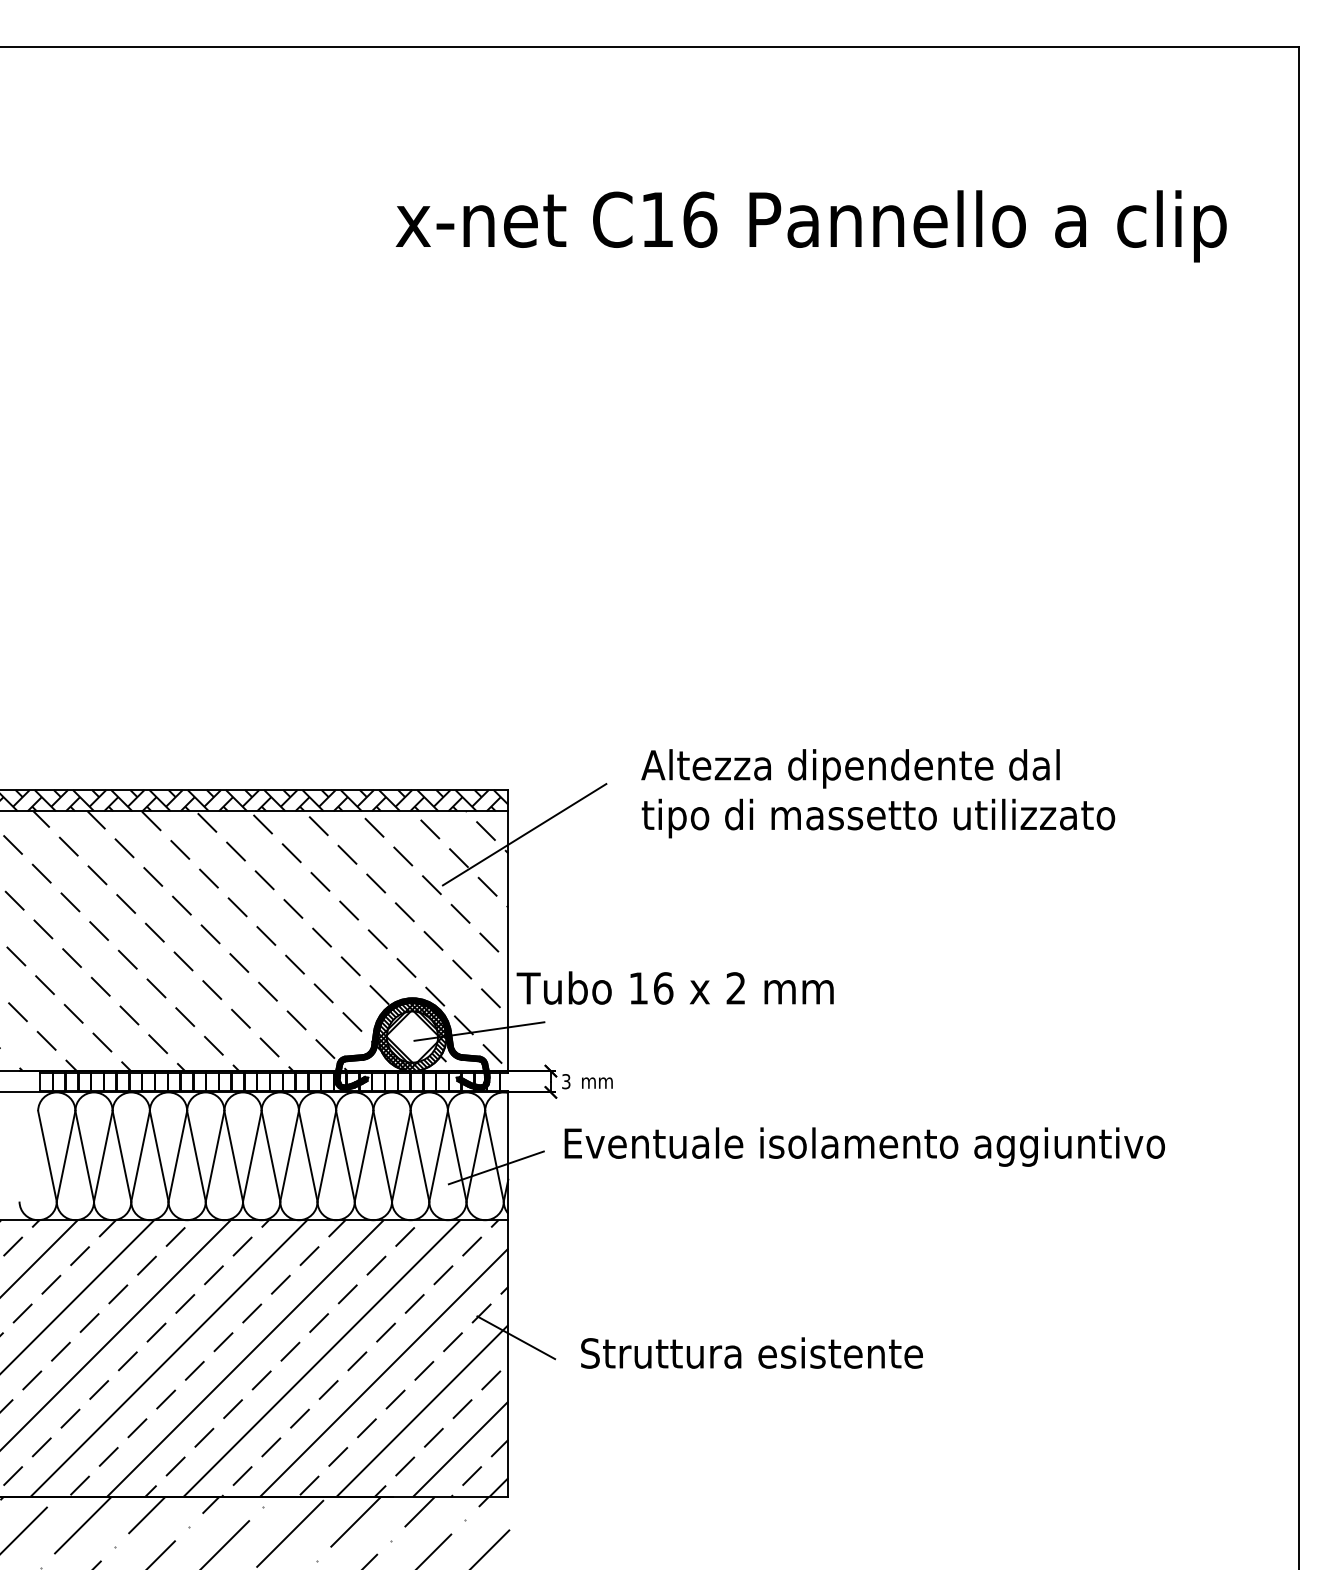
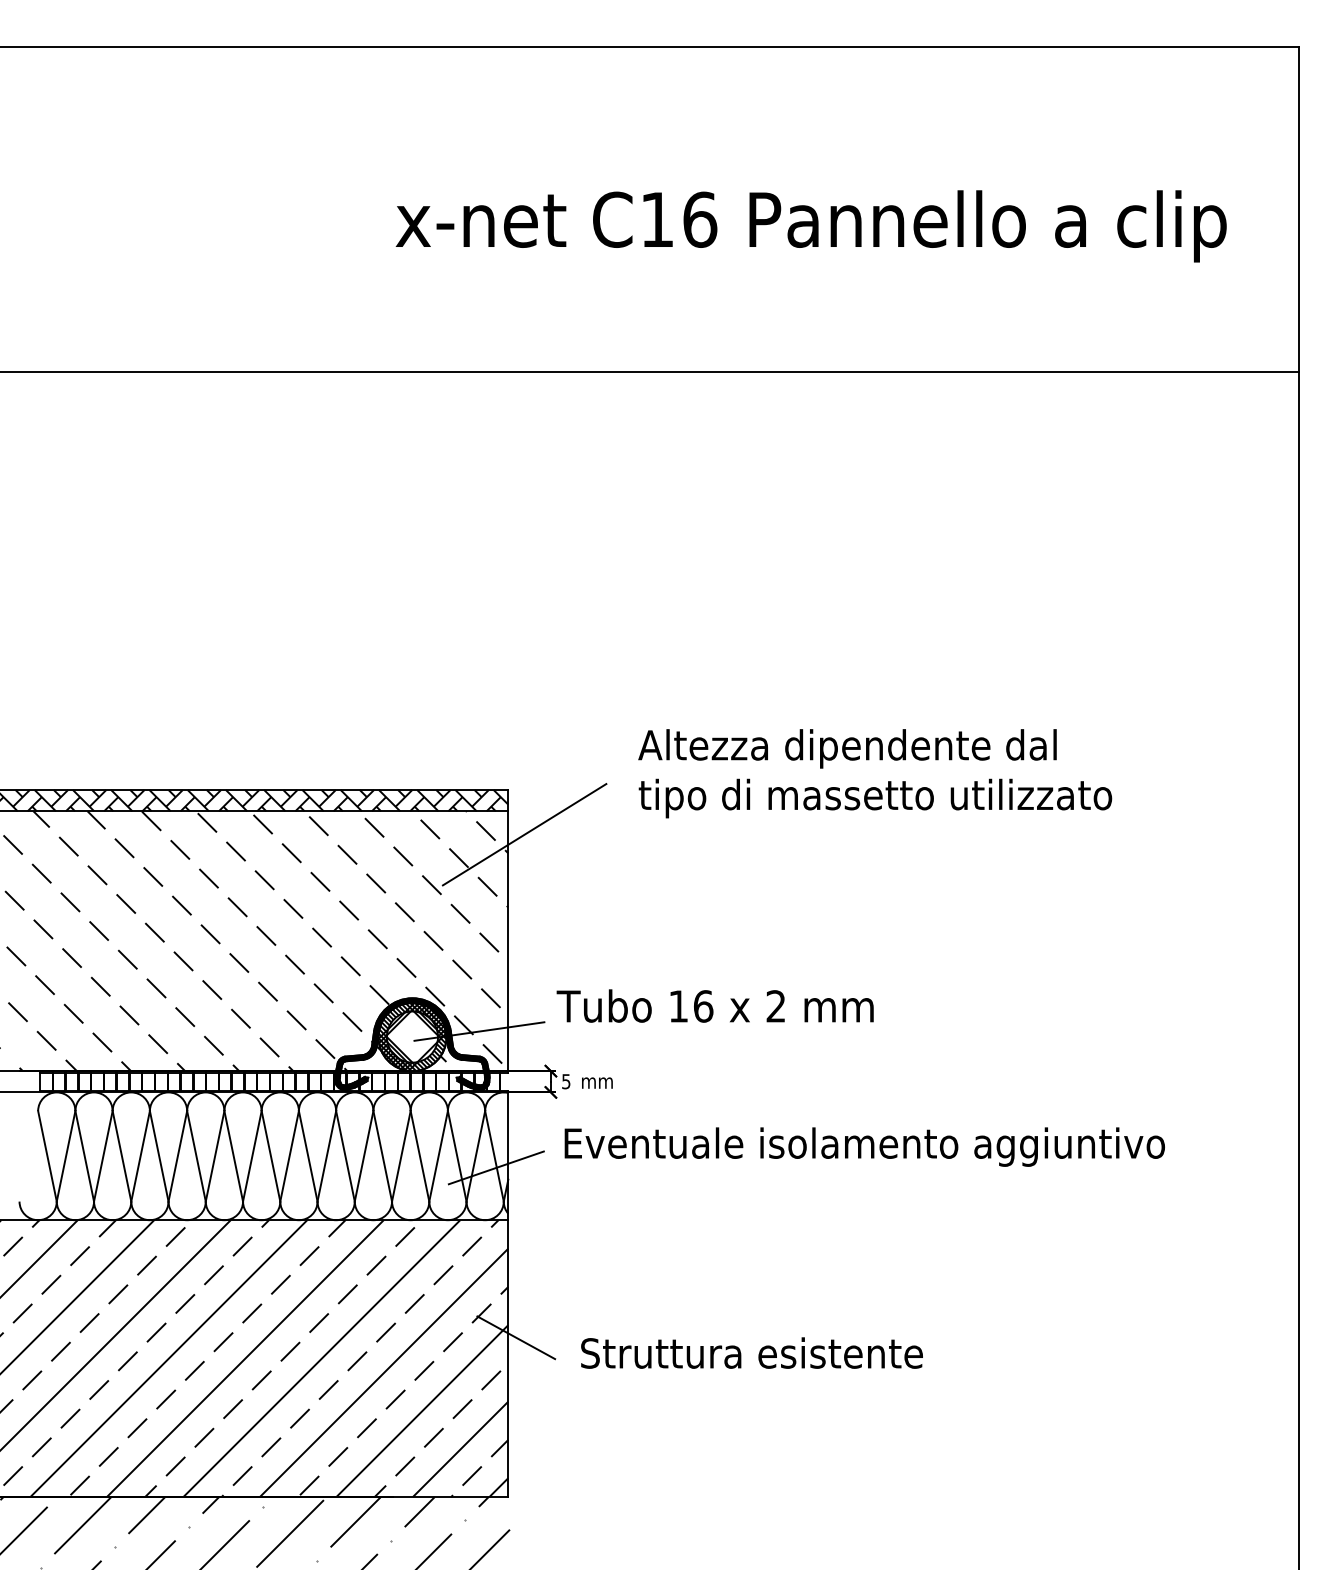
line at (650, 371): none -> present
text at (878, 793) position: (878, 793) -> (875, 773)
text at (674, 987) position: (674, 987) -> (714, 1005)
text at (566, 1081): 3 -> 5
